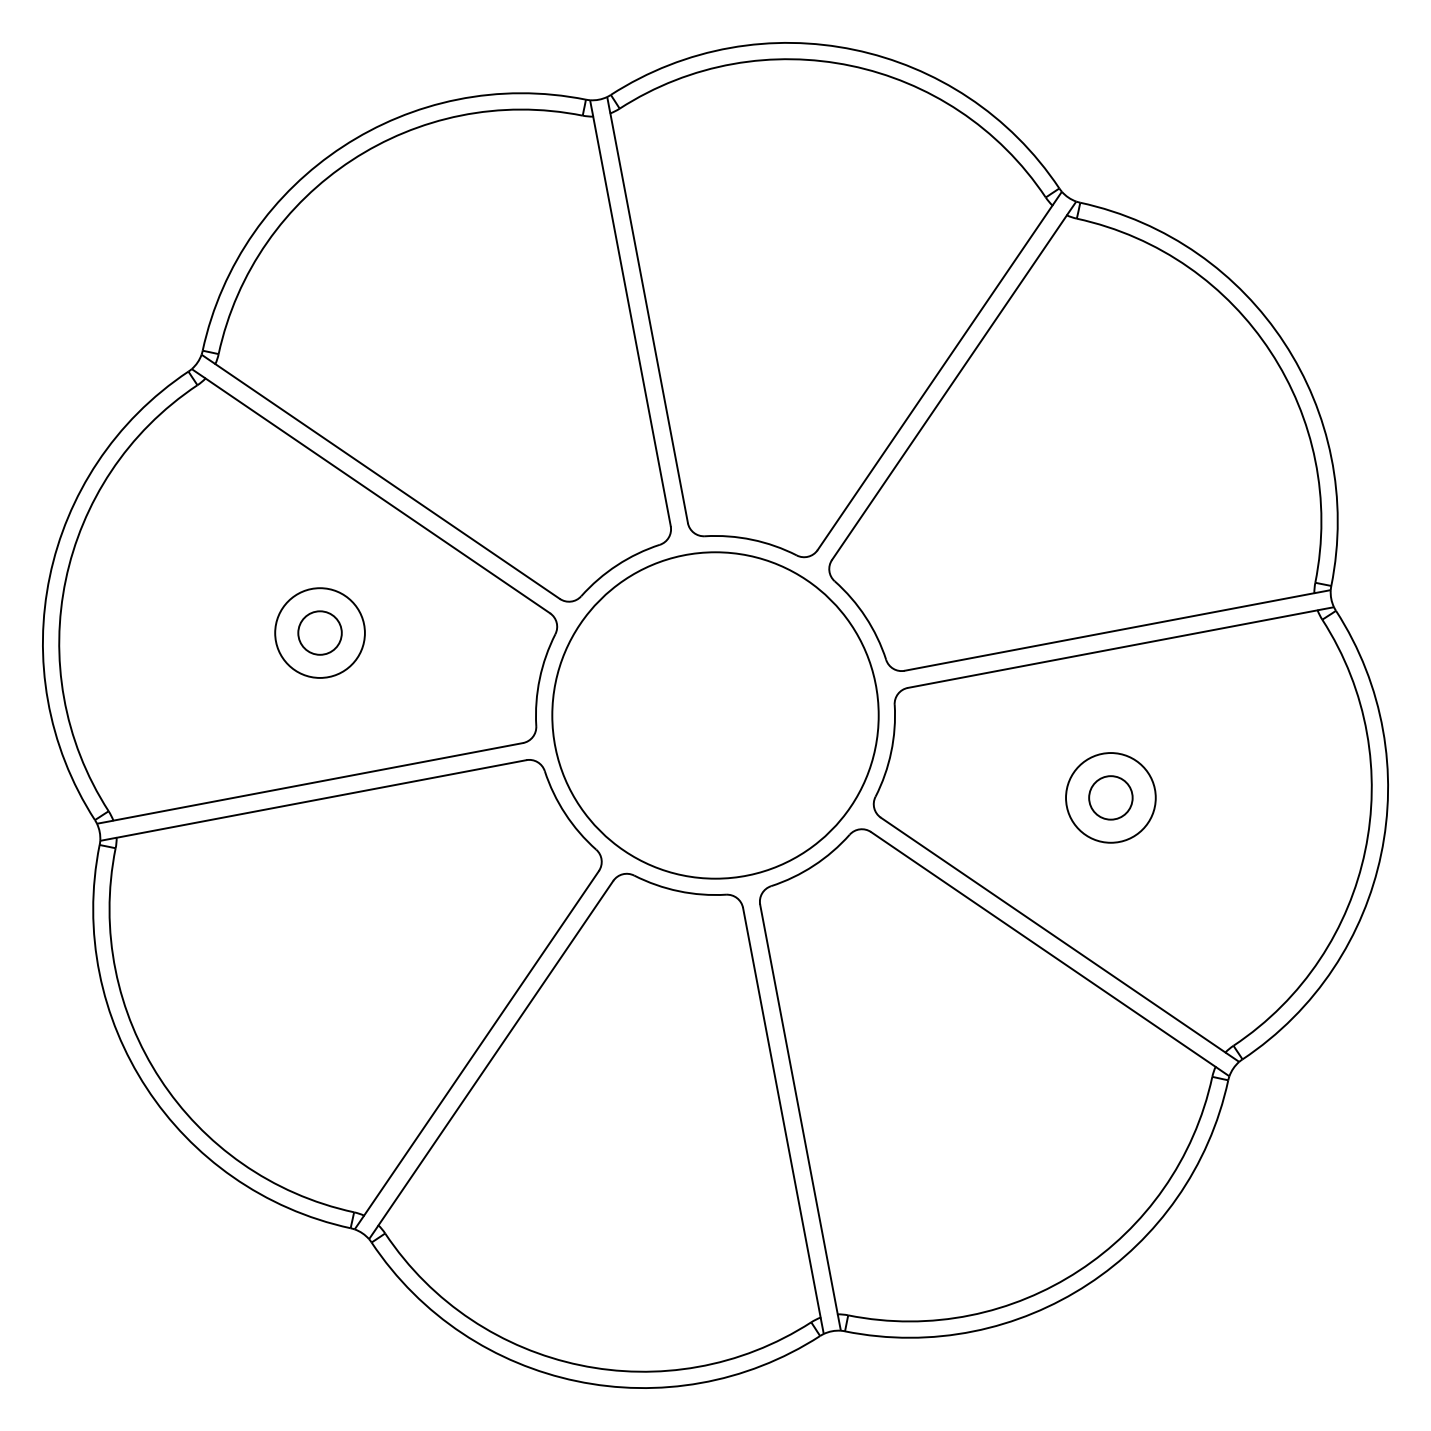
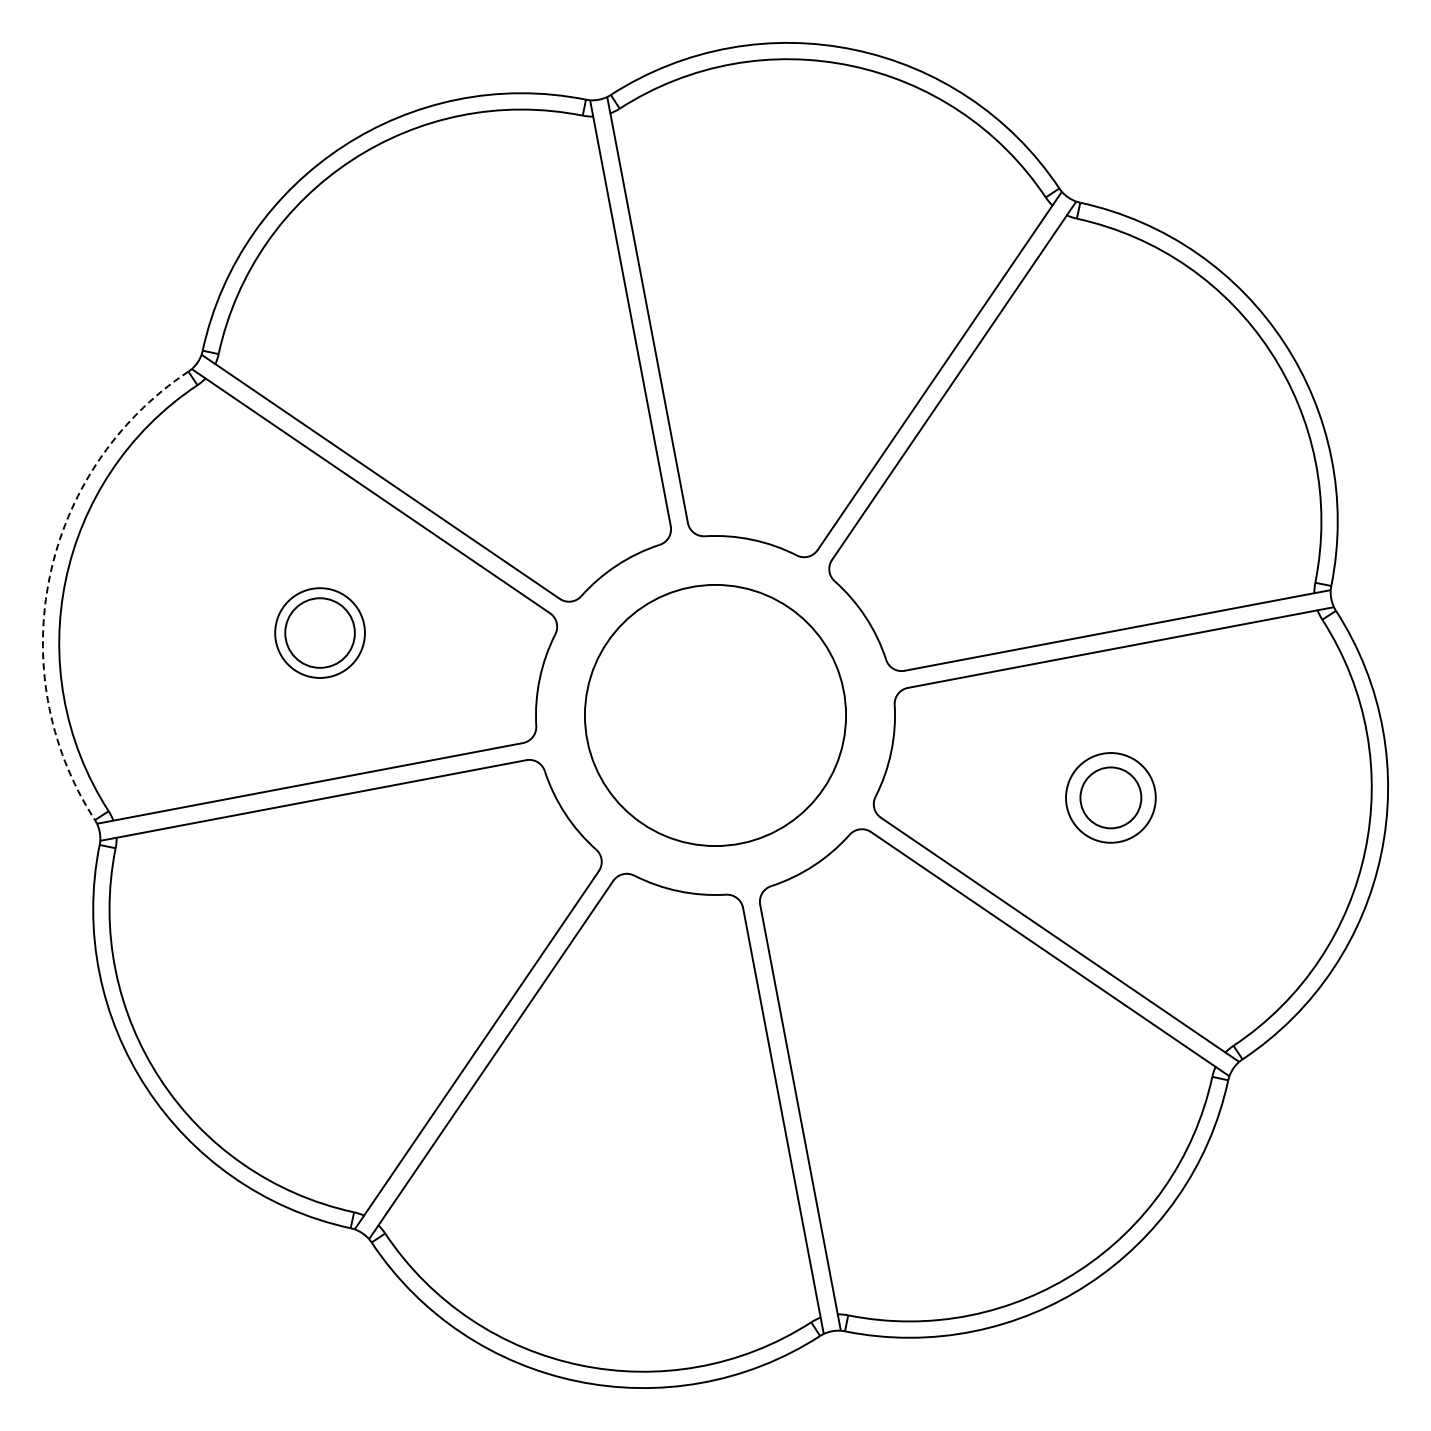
arc at (49, 576): solid -> dashed
circle at (319, 632) diameter: 44 px -> 70 px
circle at (715, 715) diameter: 326 px -> 261 px
circle at (1110, 797) diameter: 44 px -> 61 px
